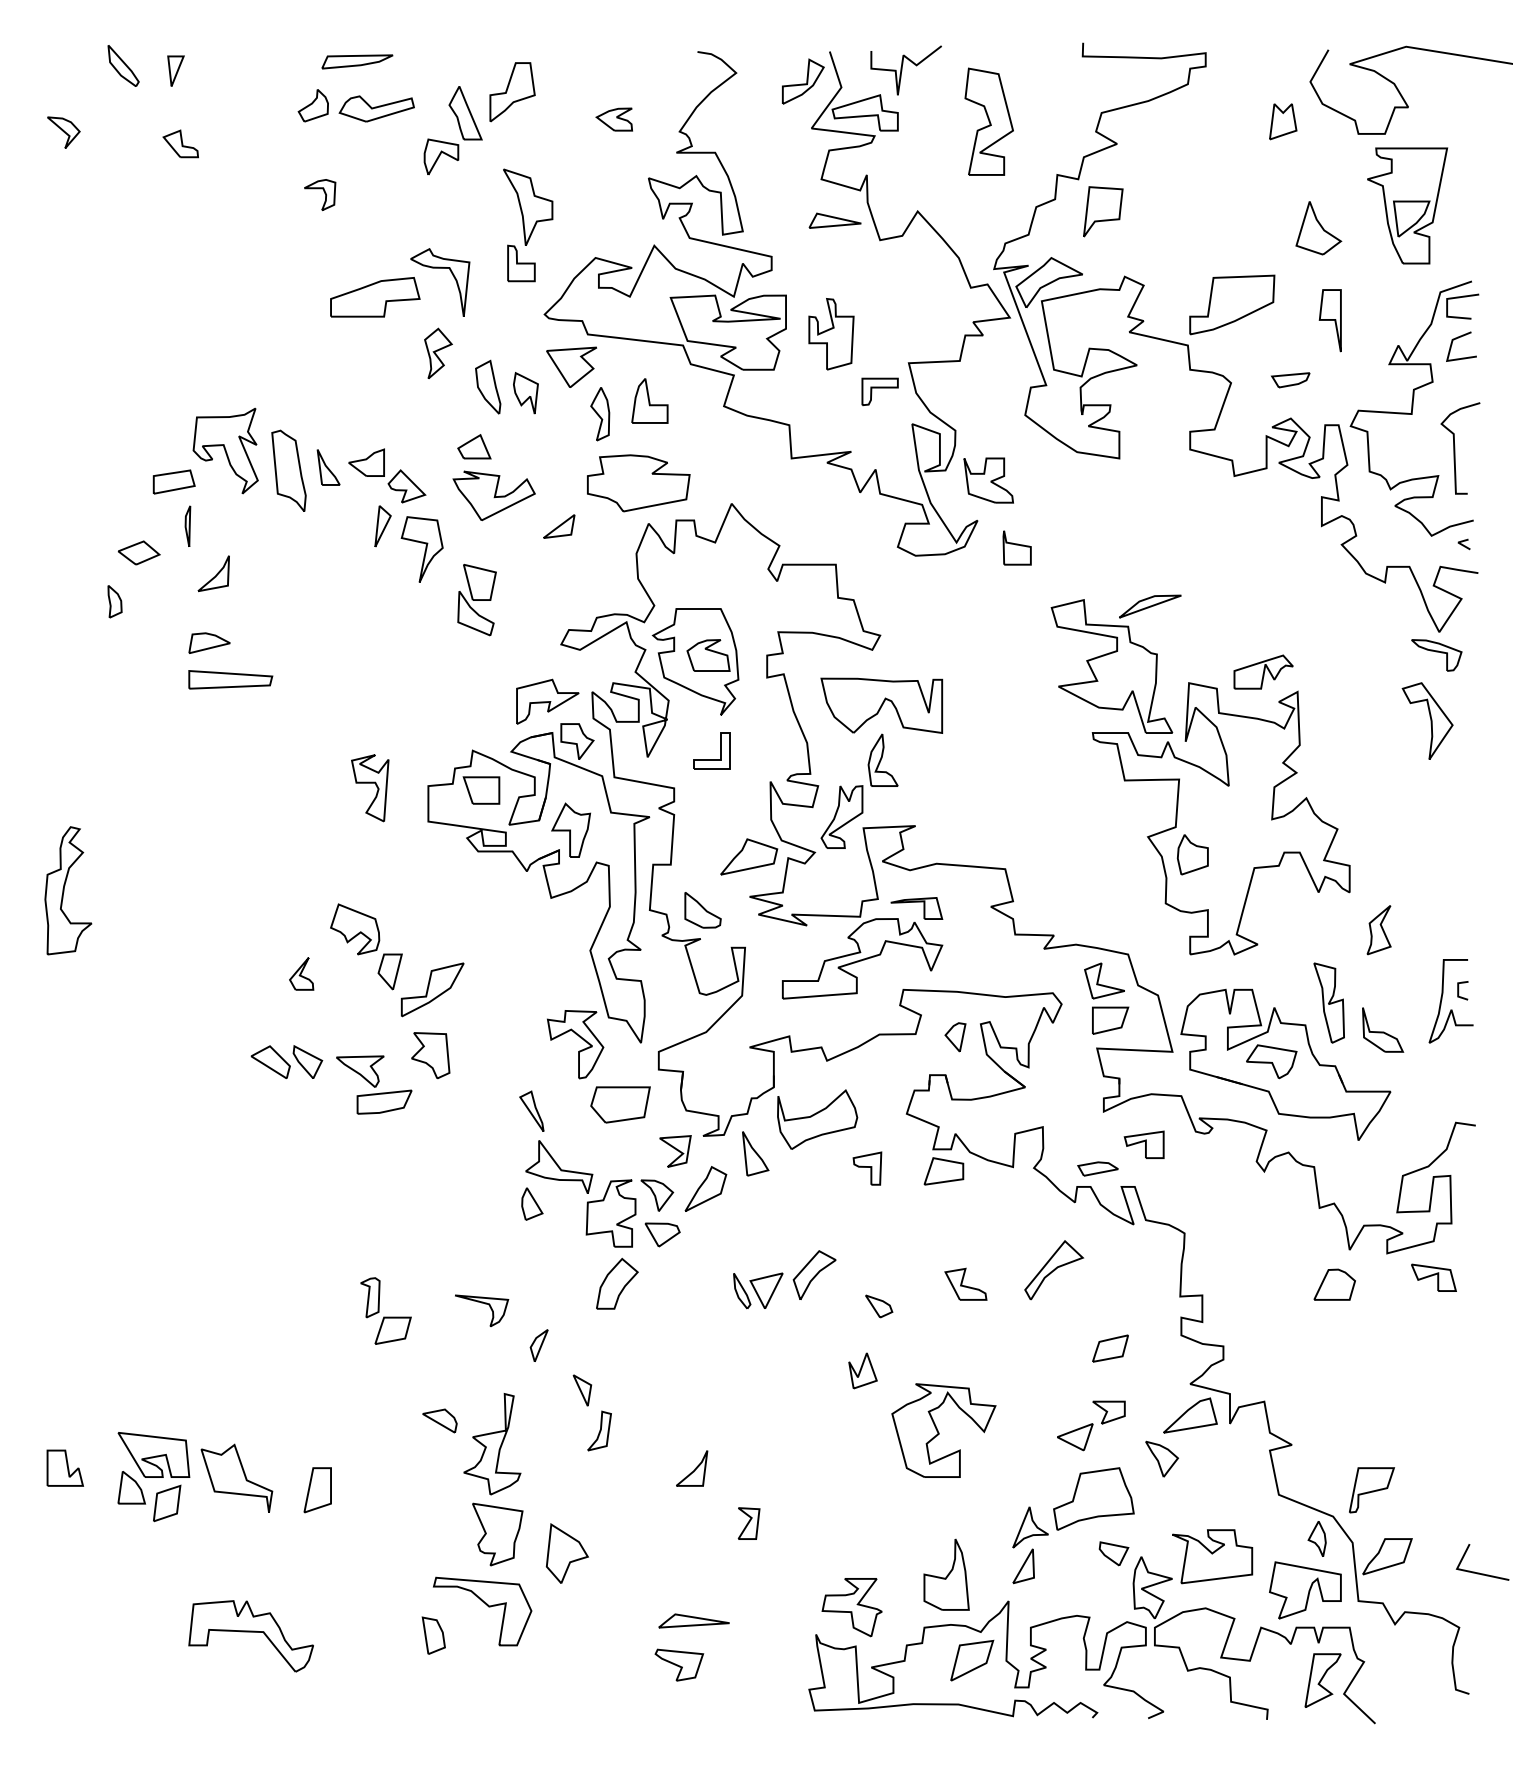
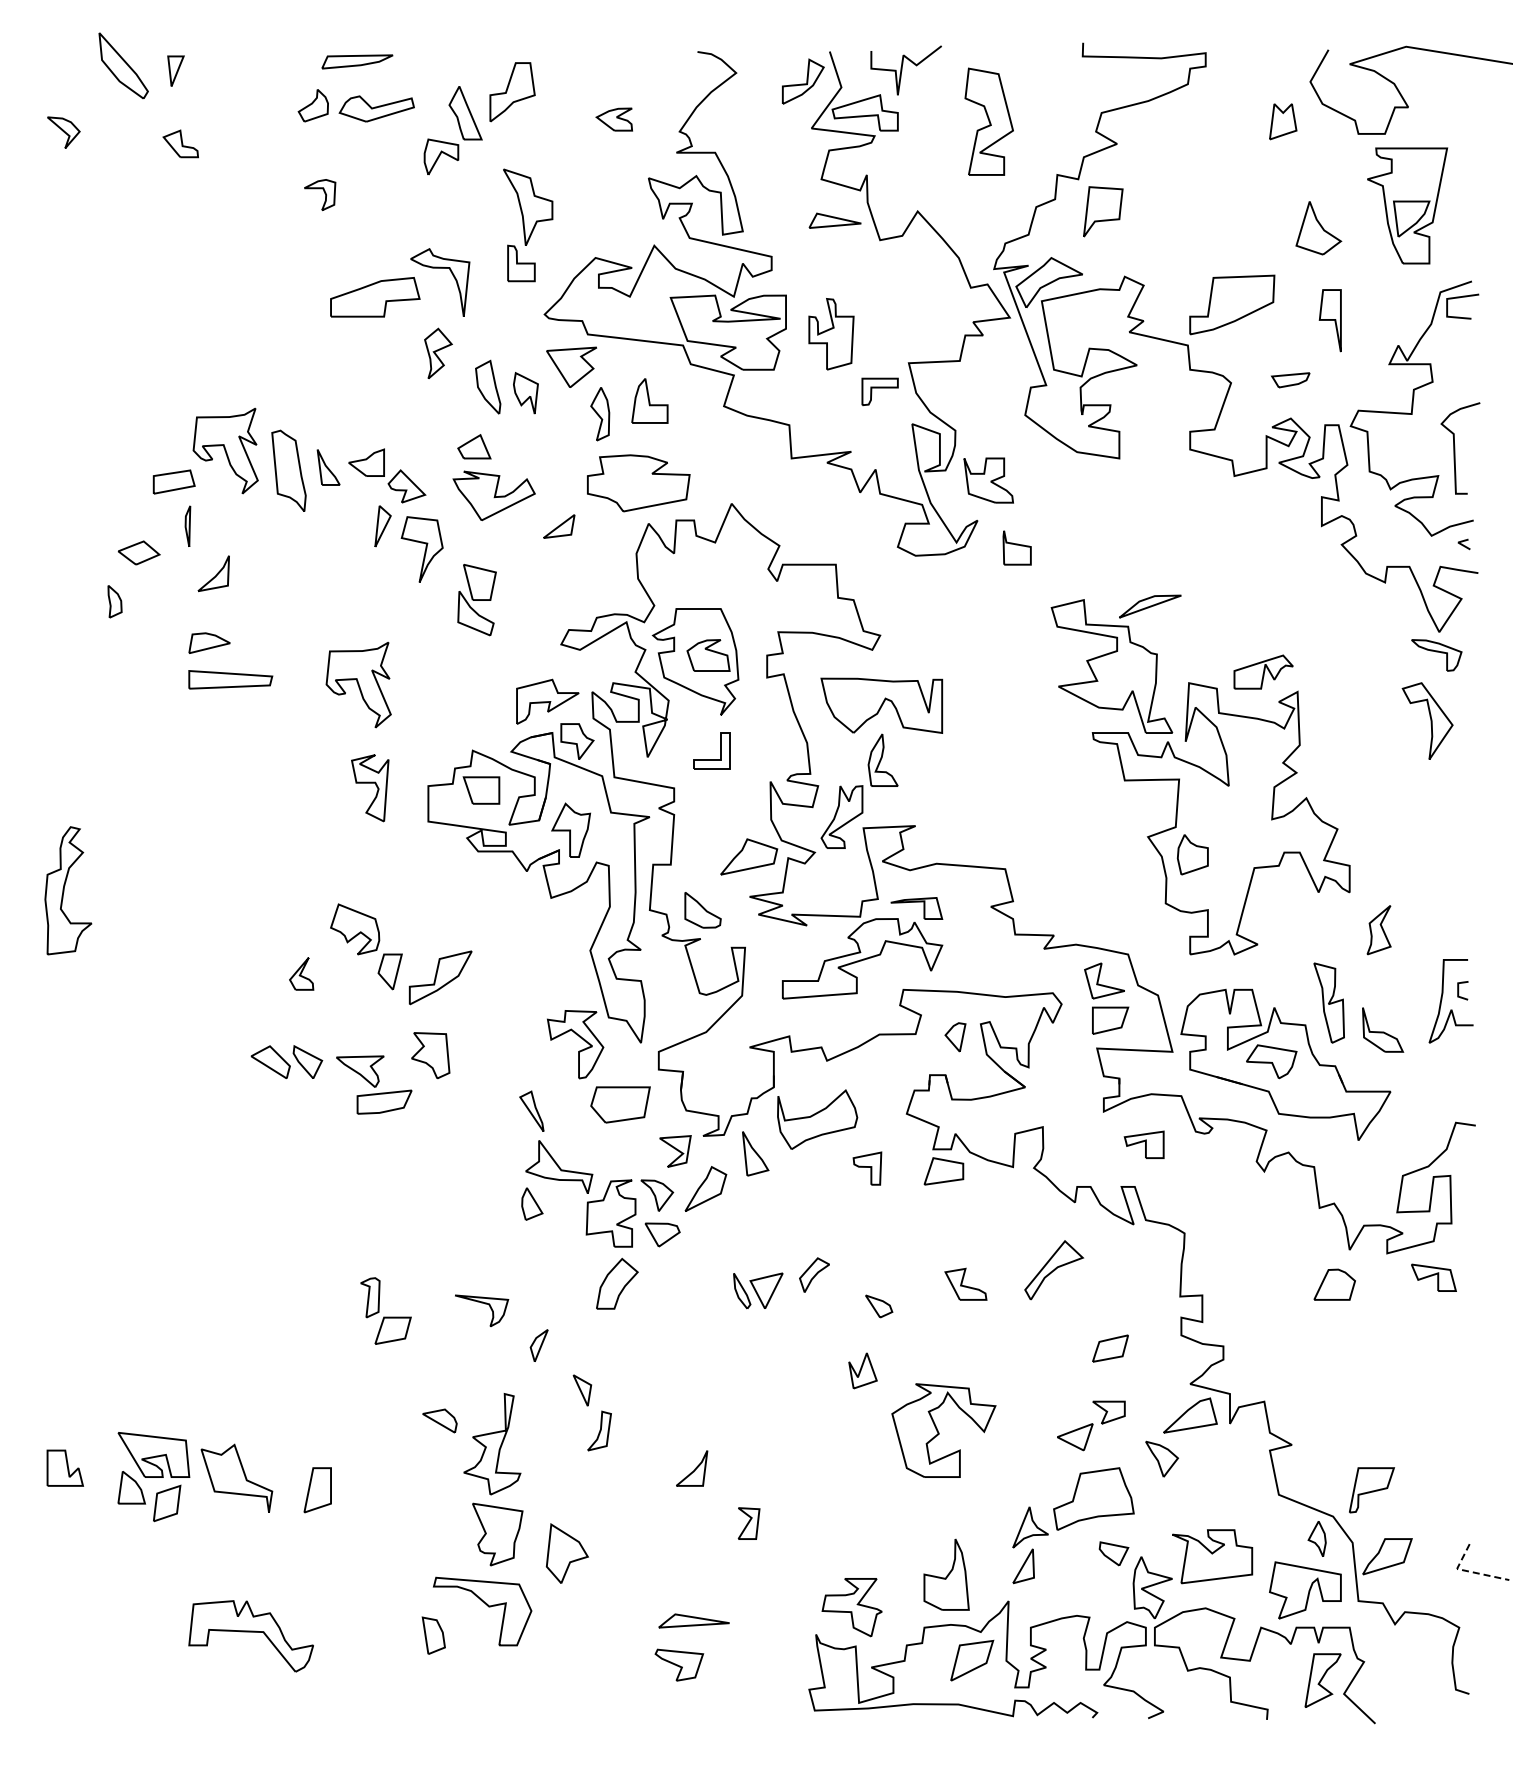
part at (123, 65) size: 33x42 px -> 51x68 px
curve at (1458, 338): present -> none
part at (358, 684): none -> present
part at (432, 989) position: (432, 989) -> (440, 977)
part at (1097, 1168): present -> none
part at (814, 1274) size: 45x50 px -> 31x36 px
line at (1469, 1571): solid -> dashed
